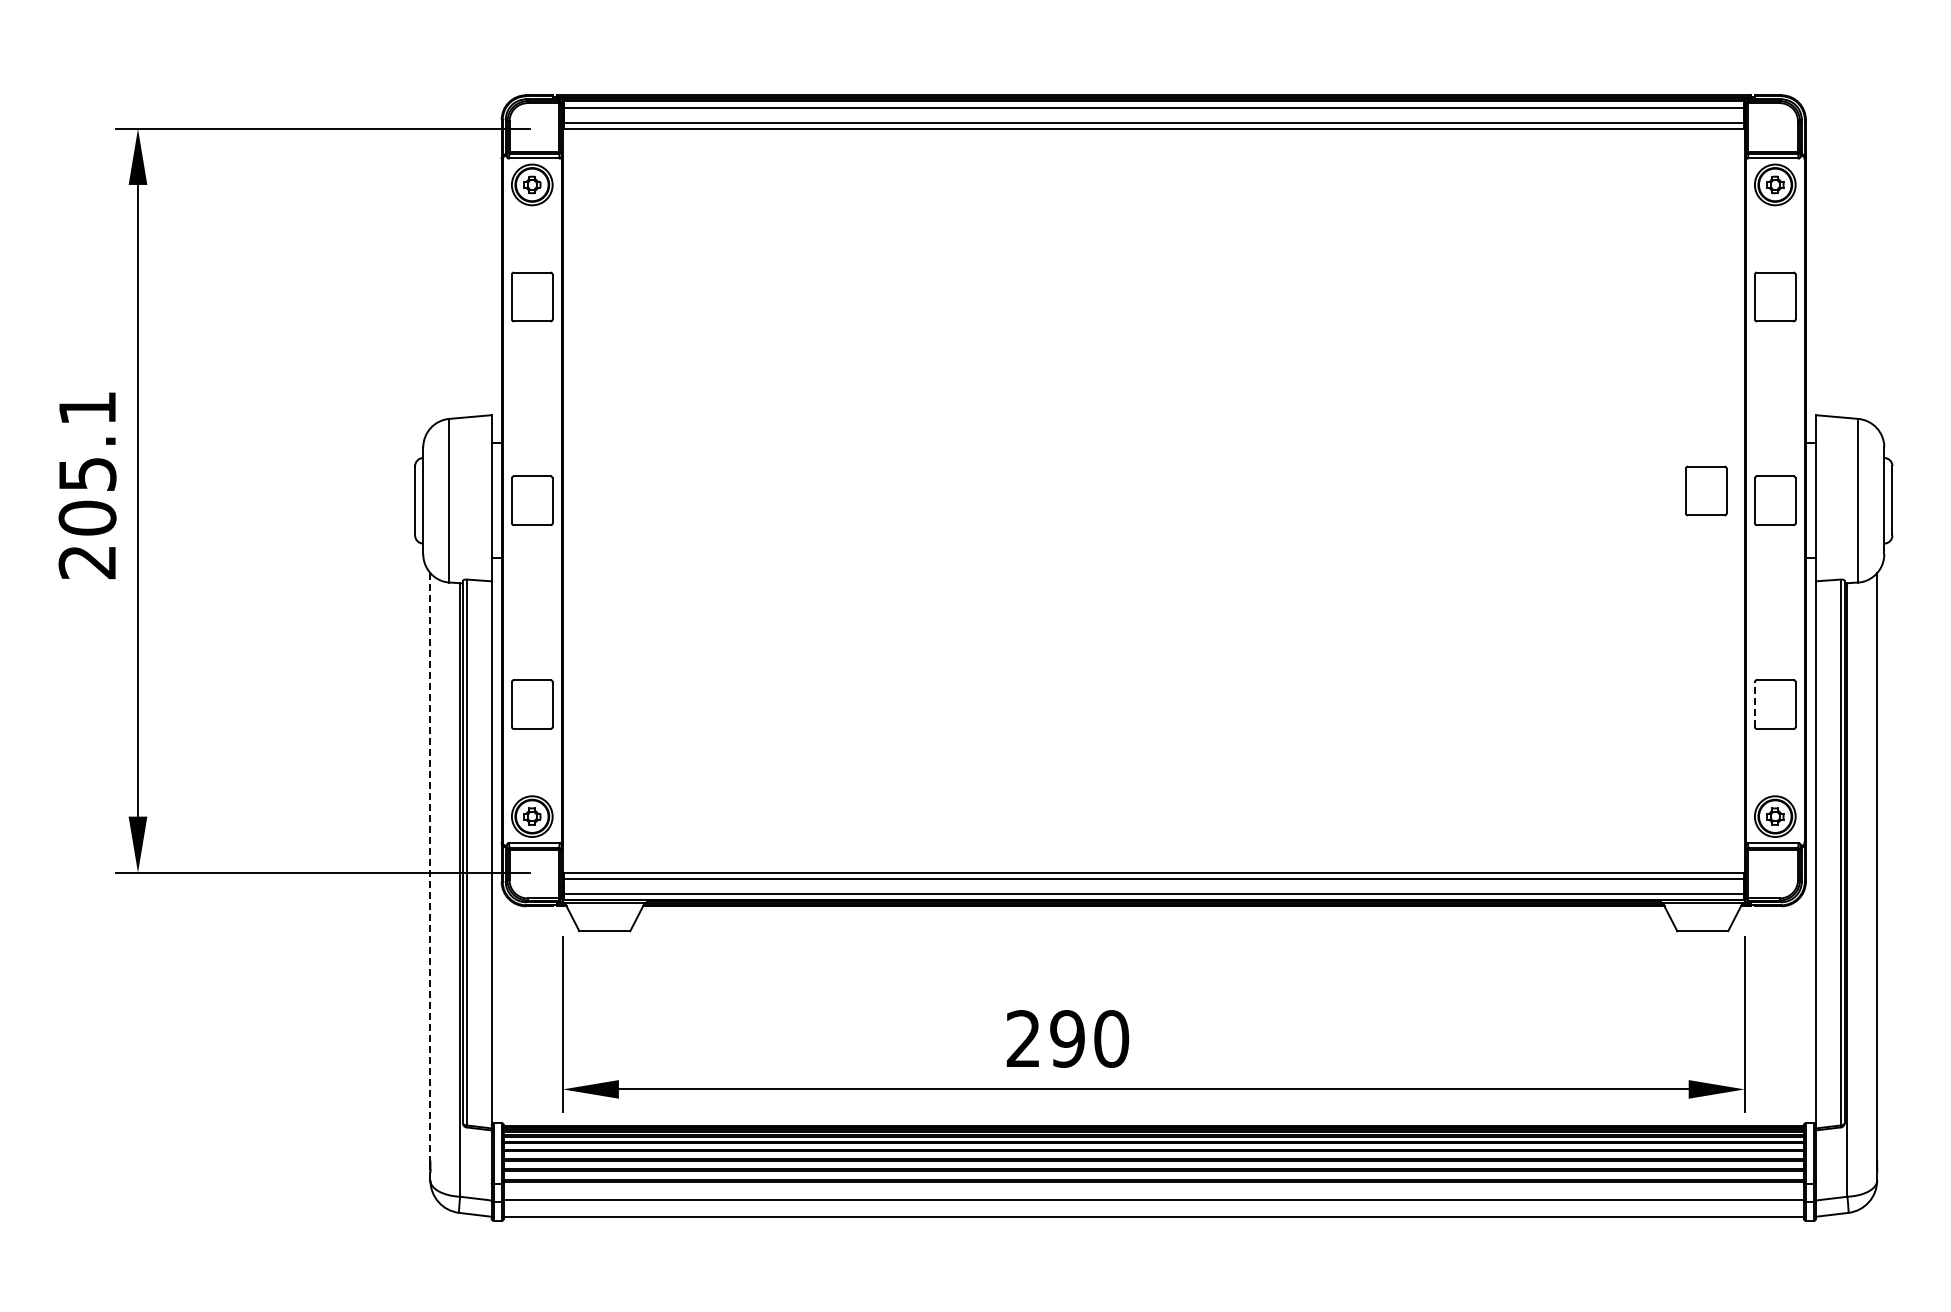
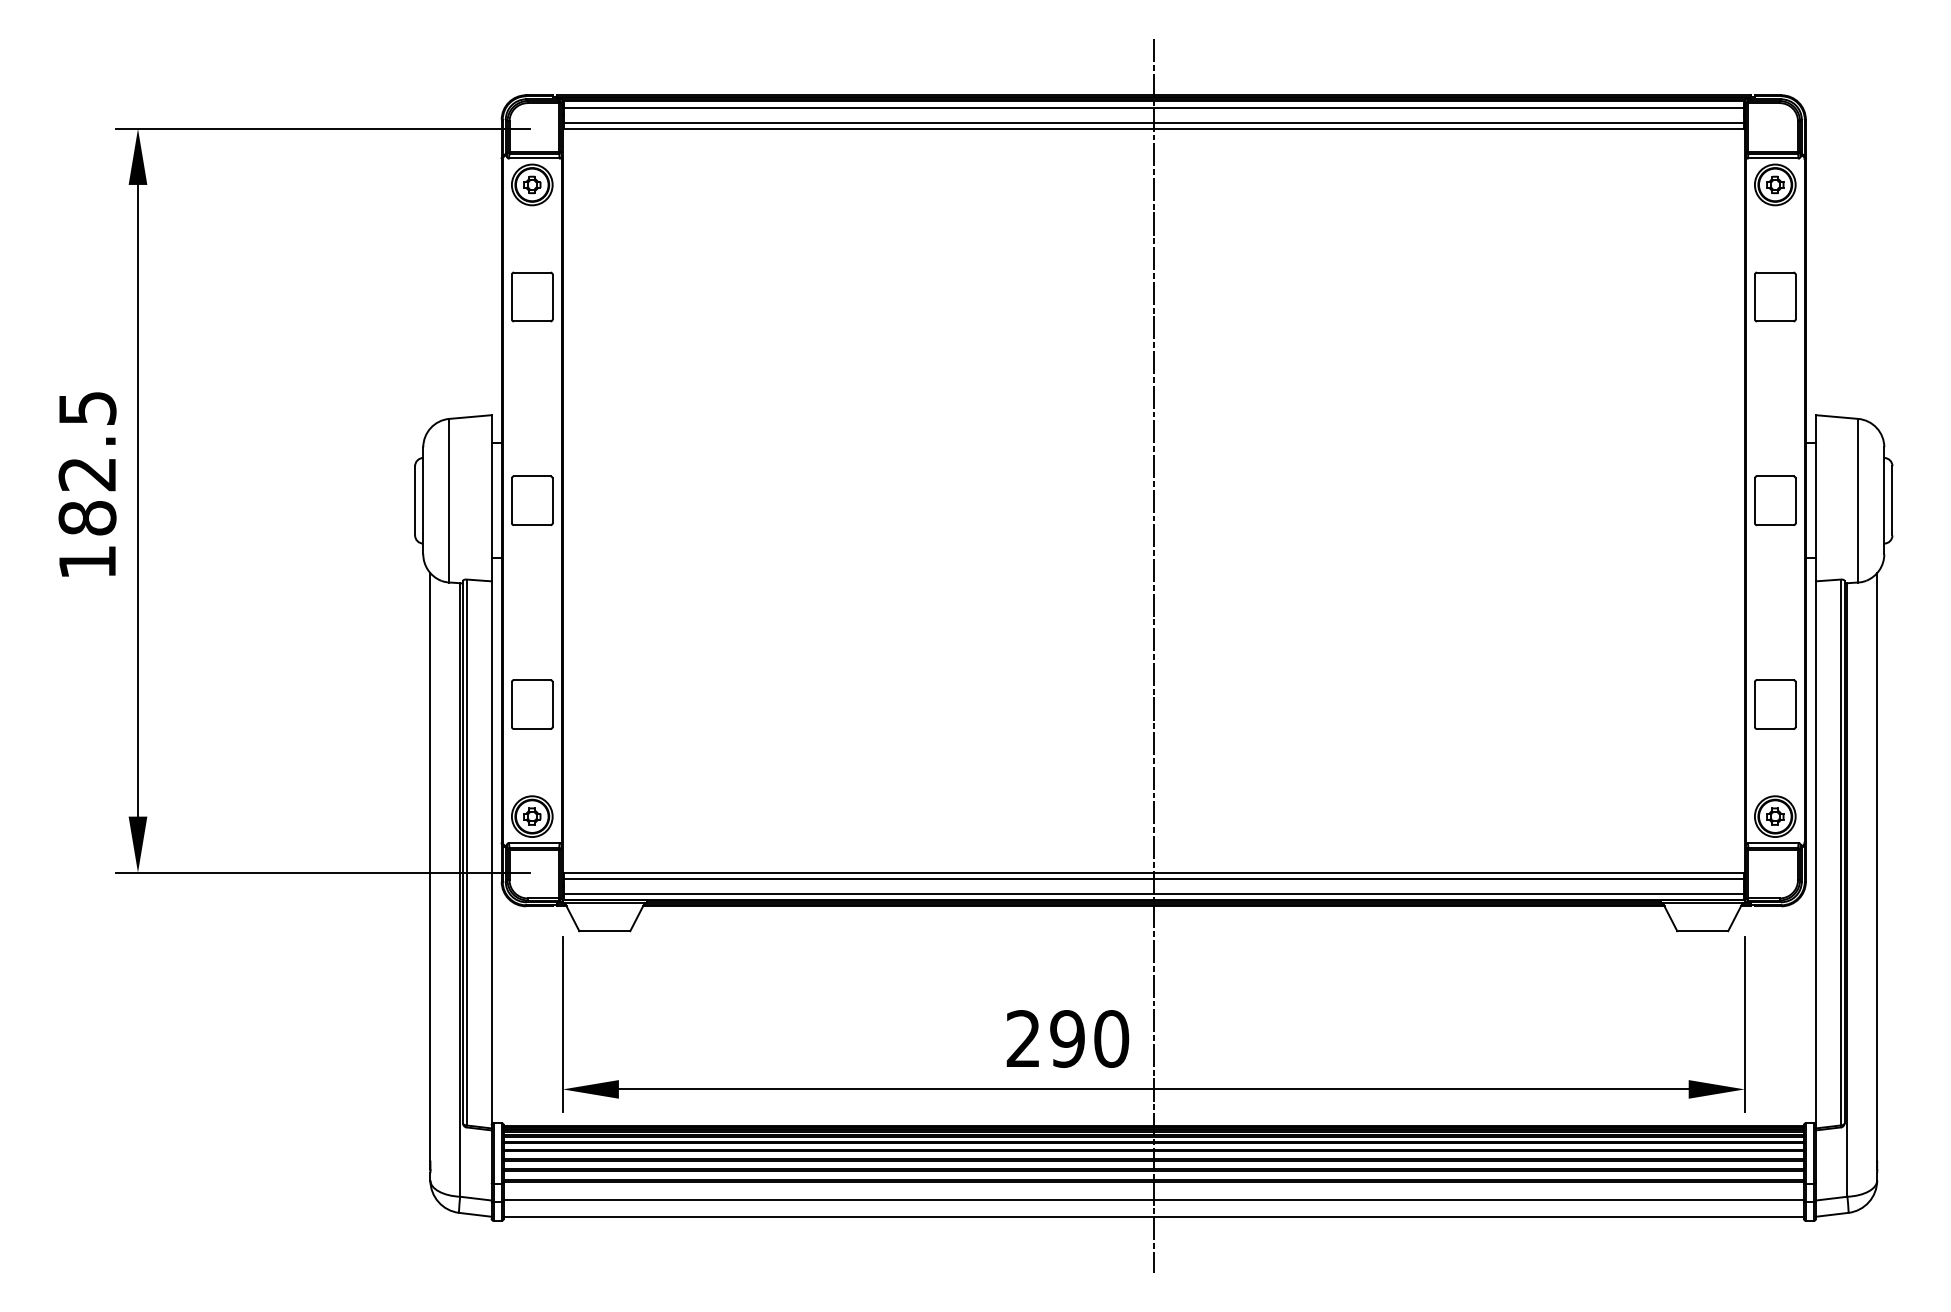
text at (87, 485): 205.1 -> 182.5
part at (1706, 490): present -> none
line at (1153, 655): none -> present
line at (1754, 704): dashed -> solid
line at (430, 866): dashed -> solid
